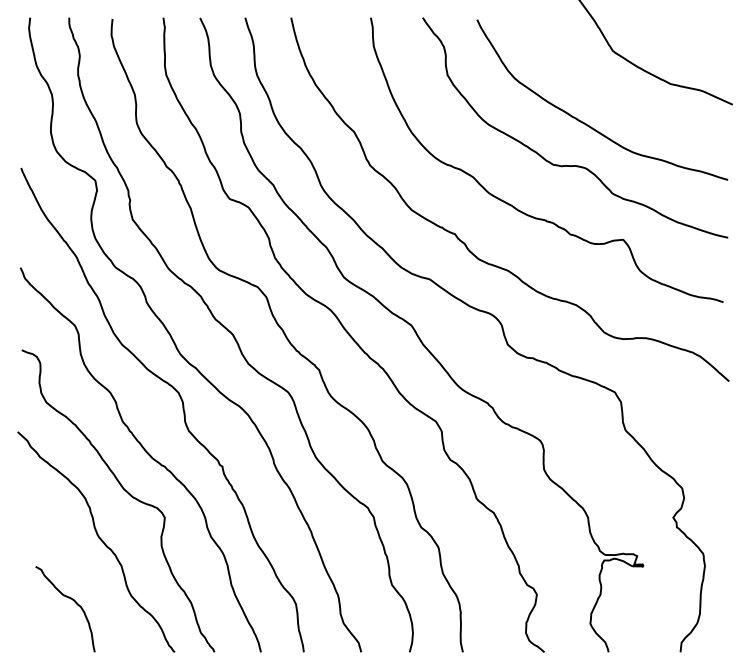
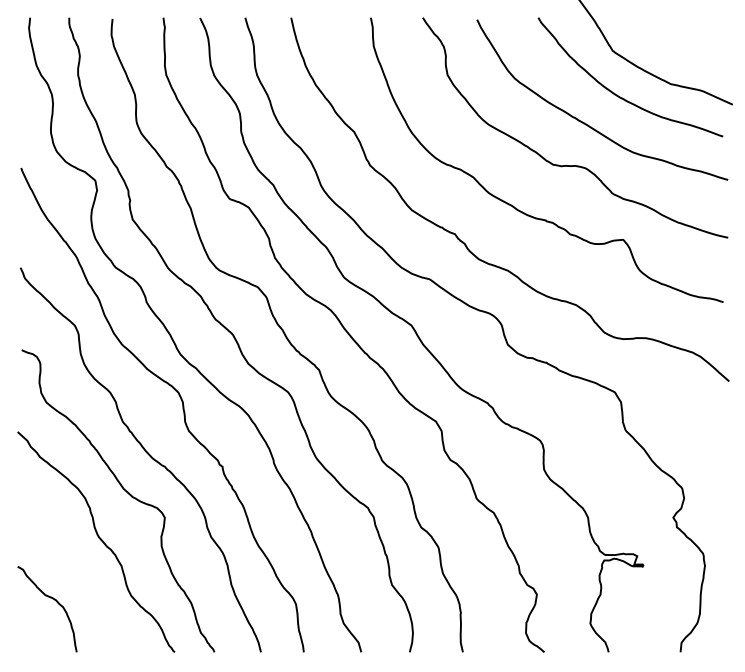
curve at (617, 94): none -> present
curve at (70, 599) position: (70, 599) -> (52, 599)
